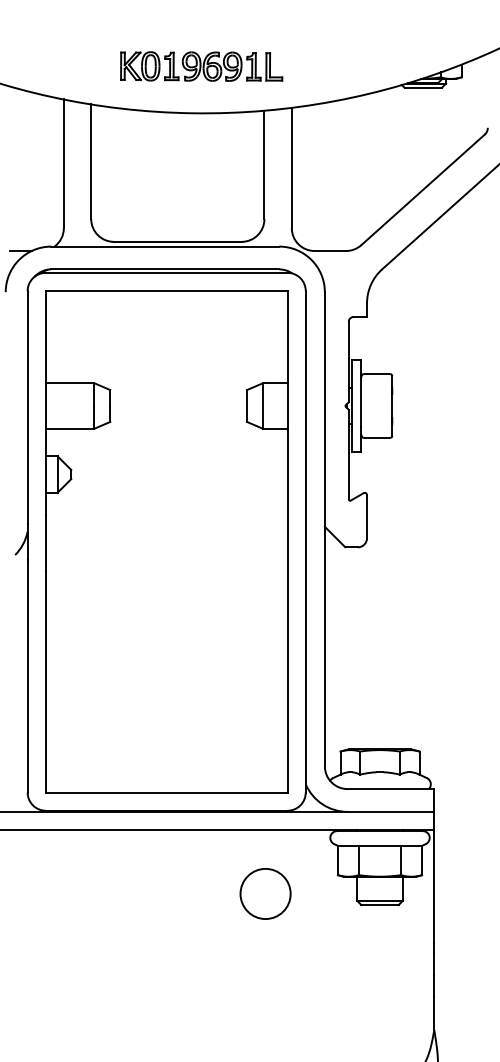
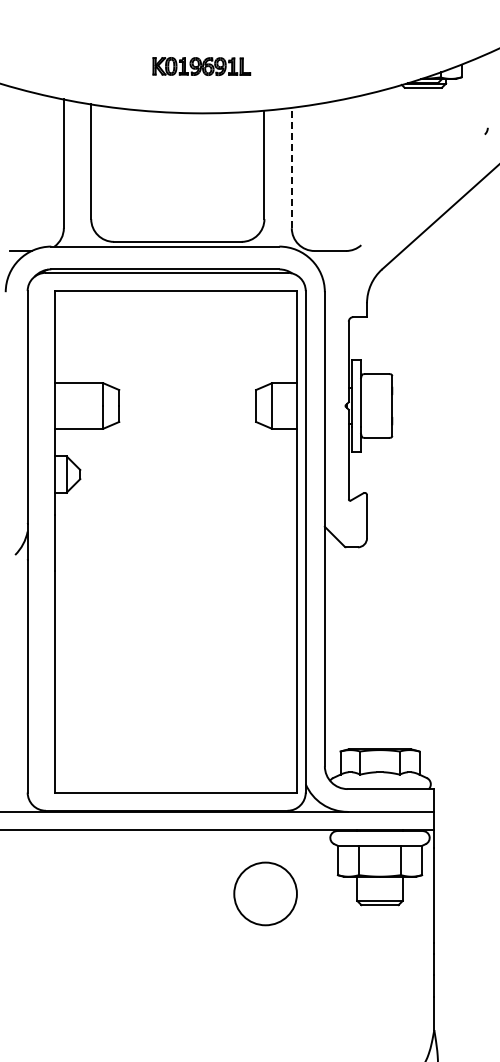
part at (201, 66) size: 164x31 px -> 100x20 px
line at (291, 167): solid -> dashed
line at (422, 189): present -> none
part at (166, 541) position: (166, 541) -> (175, 541)
circle at (265, 893) size: 53x52 px -> 65x66 px
